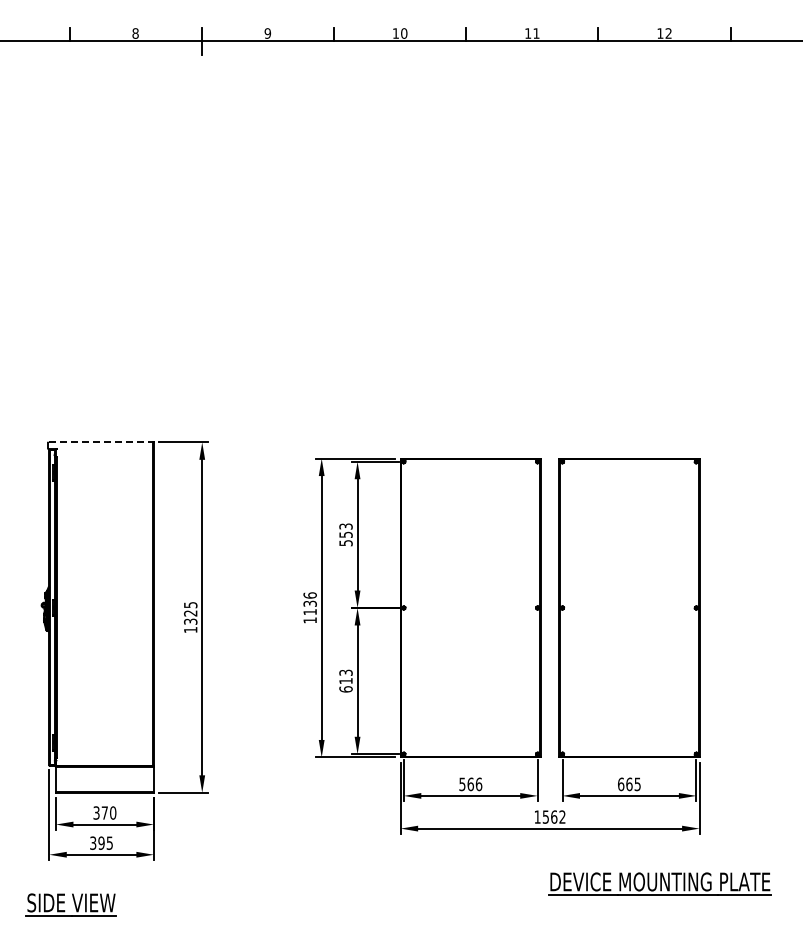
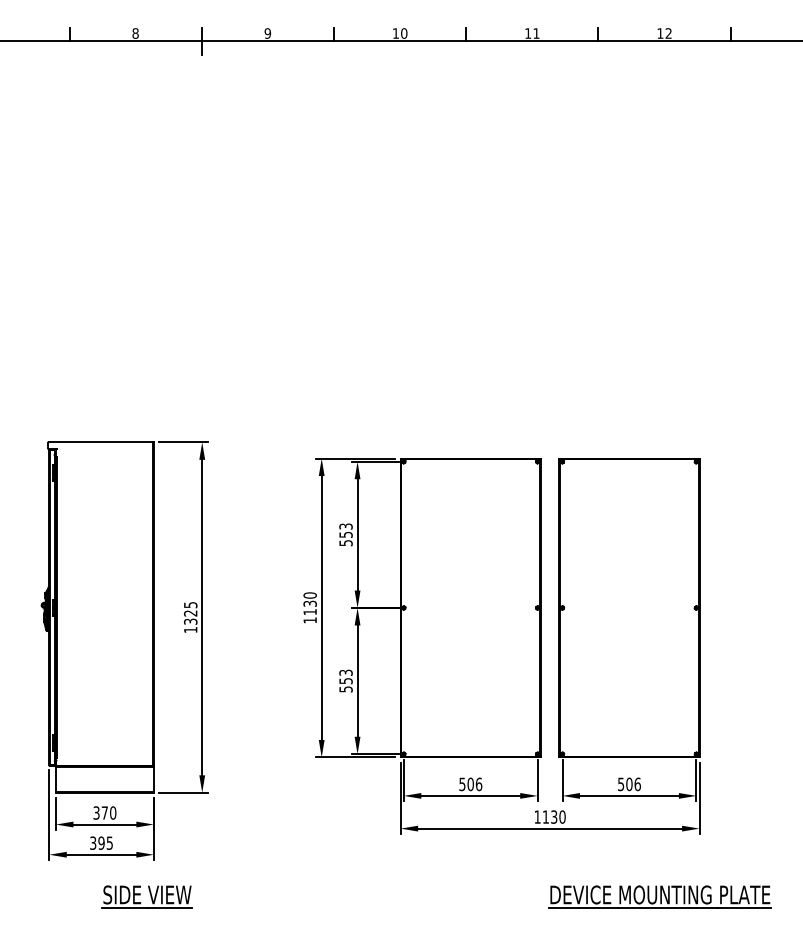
line at (101, 442): dashed -> solid
text at (309, 595): 1136 -> 1130
text at (345, 685): 613 -> 553
text at (470, 783): 566 -> 506
text at (629, 784): 665 -> 506
text at (553, 816): 1562 -> 1130
part at (659, 883) position: (659, 883) -> (659, 896)
part at (70, 904) position: (70, 904) -> (146, 896)
